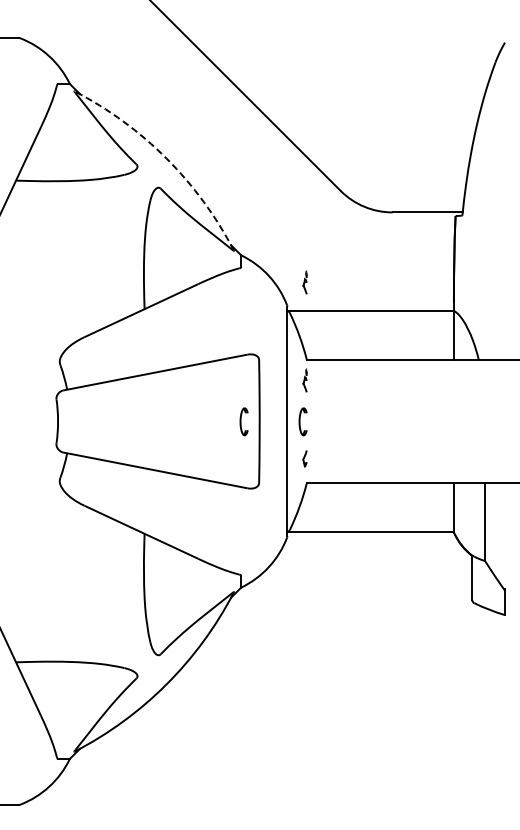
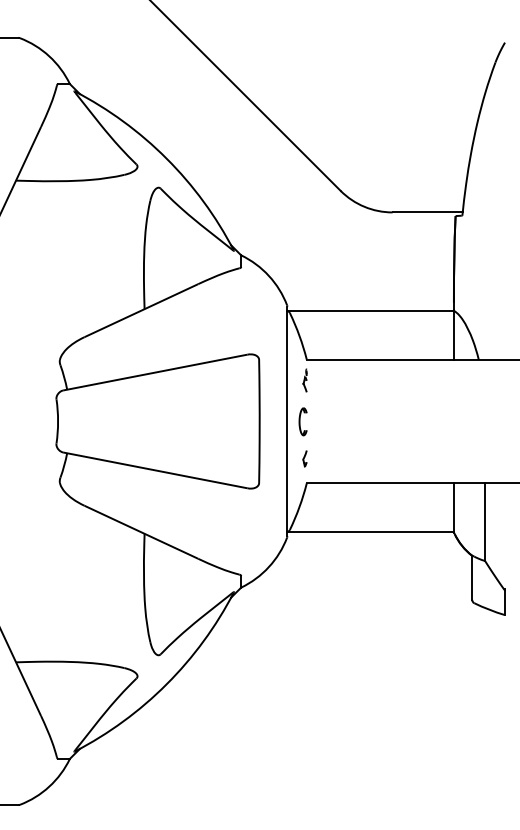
arc at (166, 158): dashed -> solid
part at (304, 282): present -> none
part at (243, 421): present -> none
